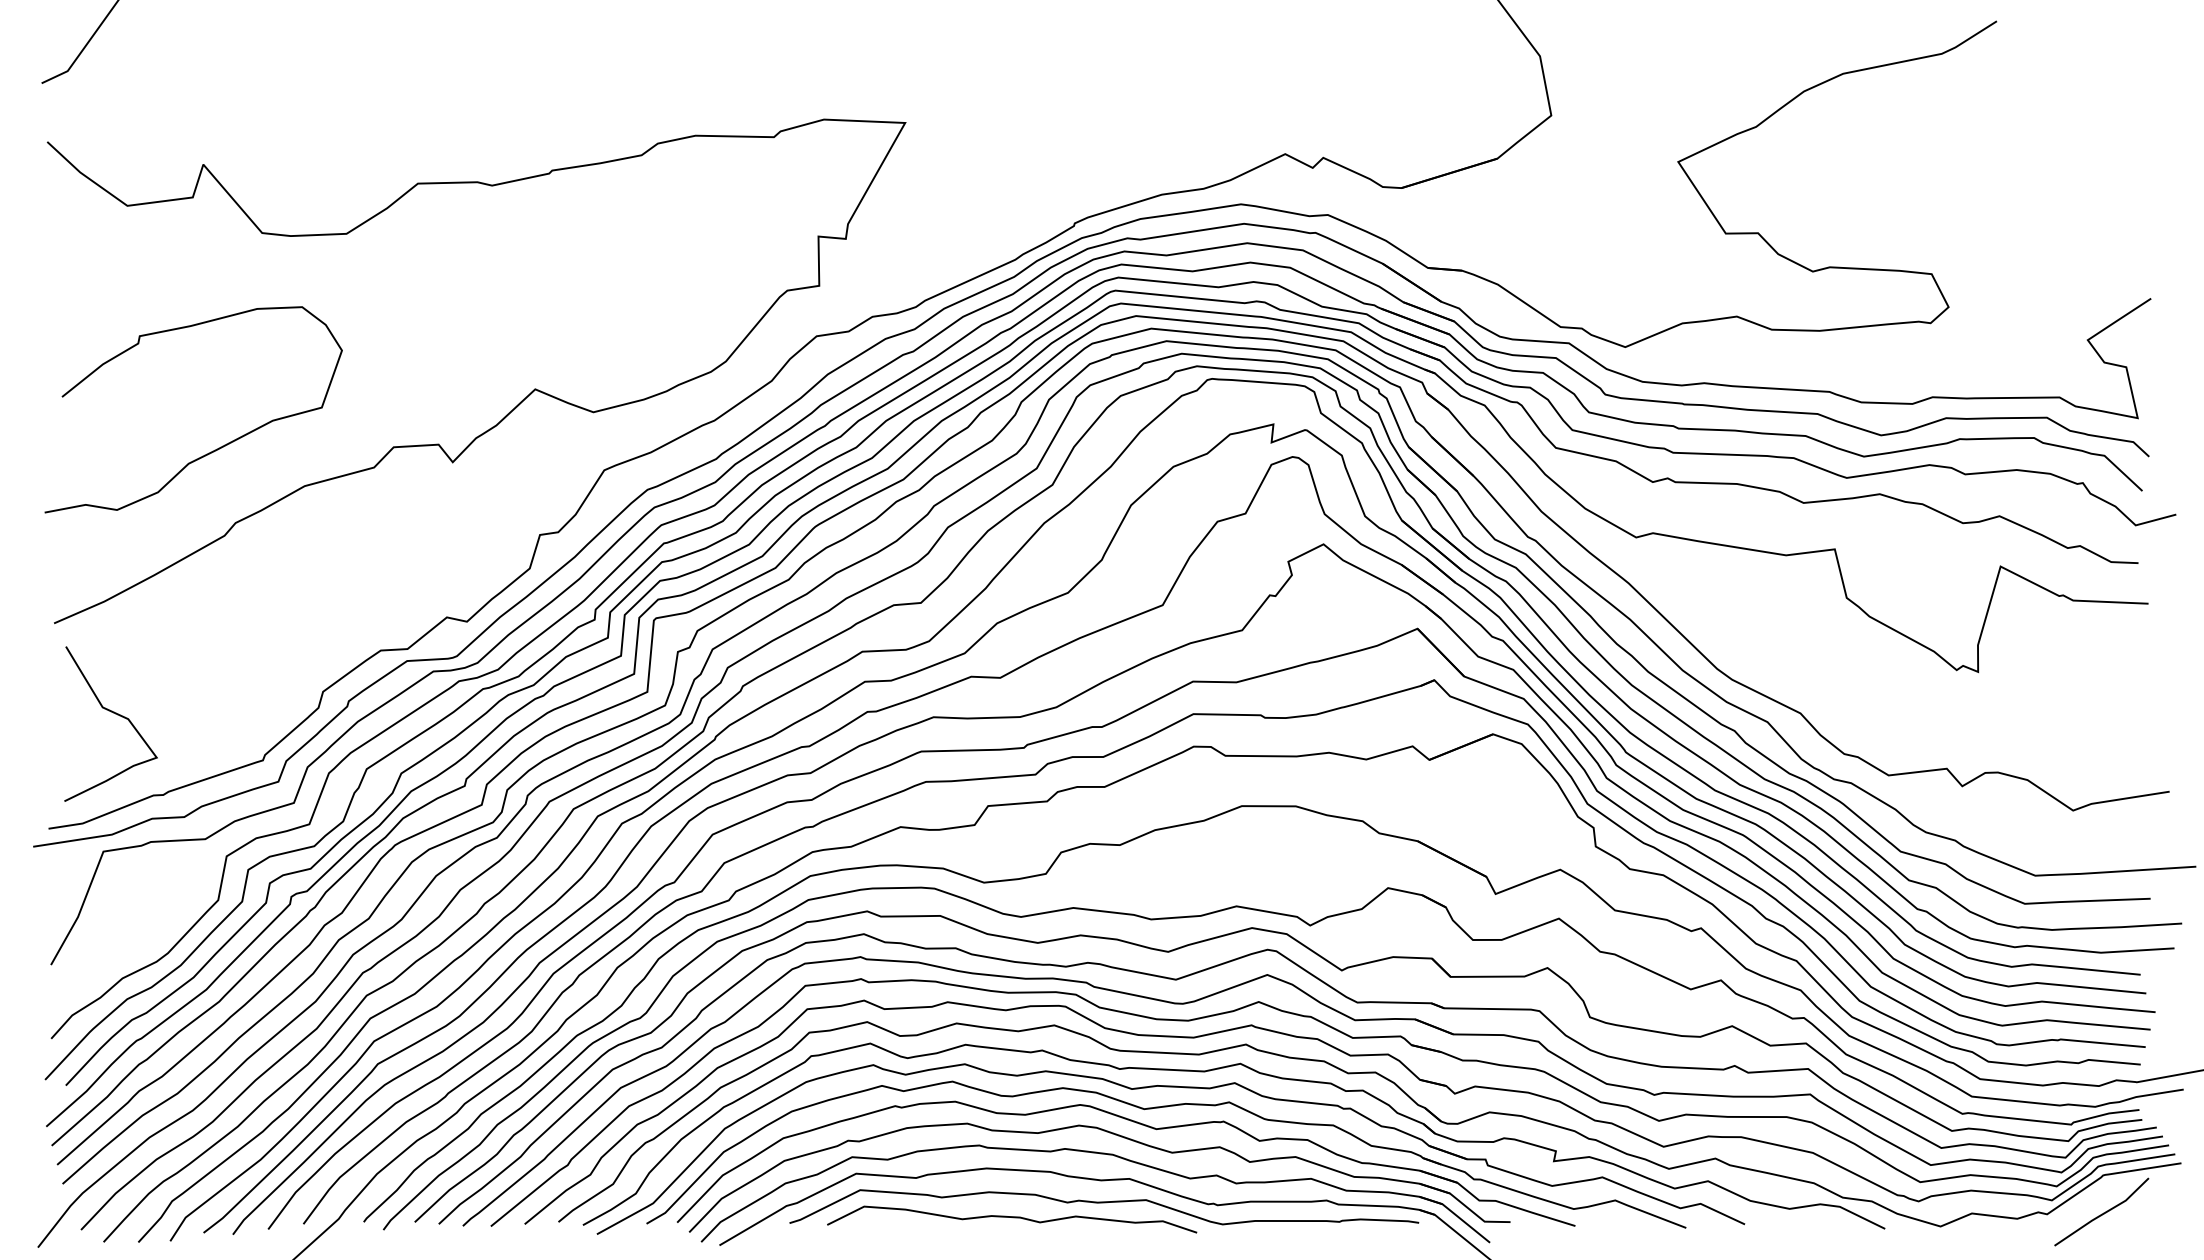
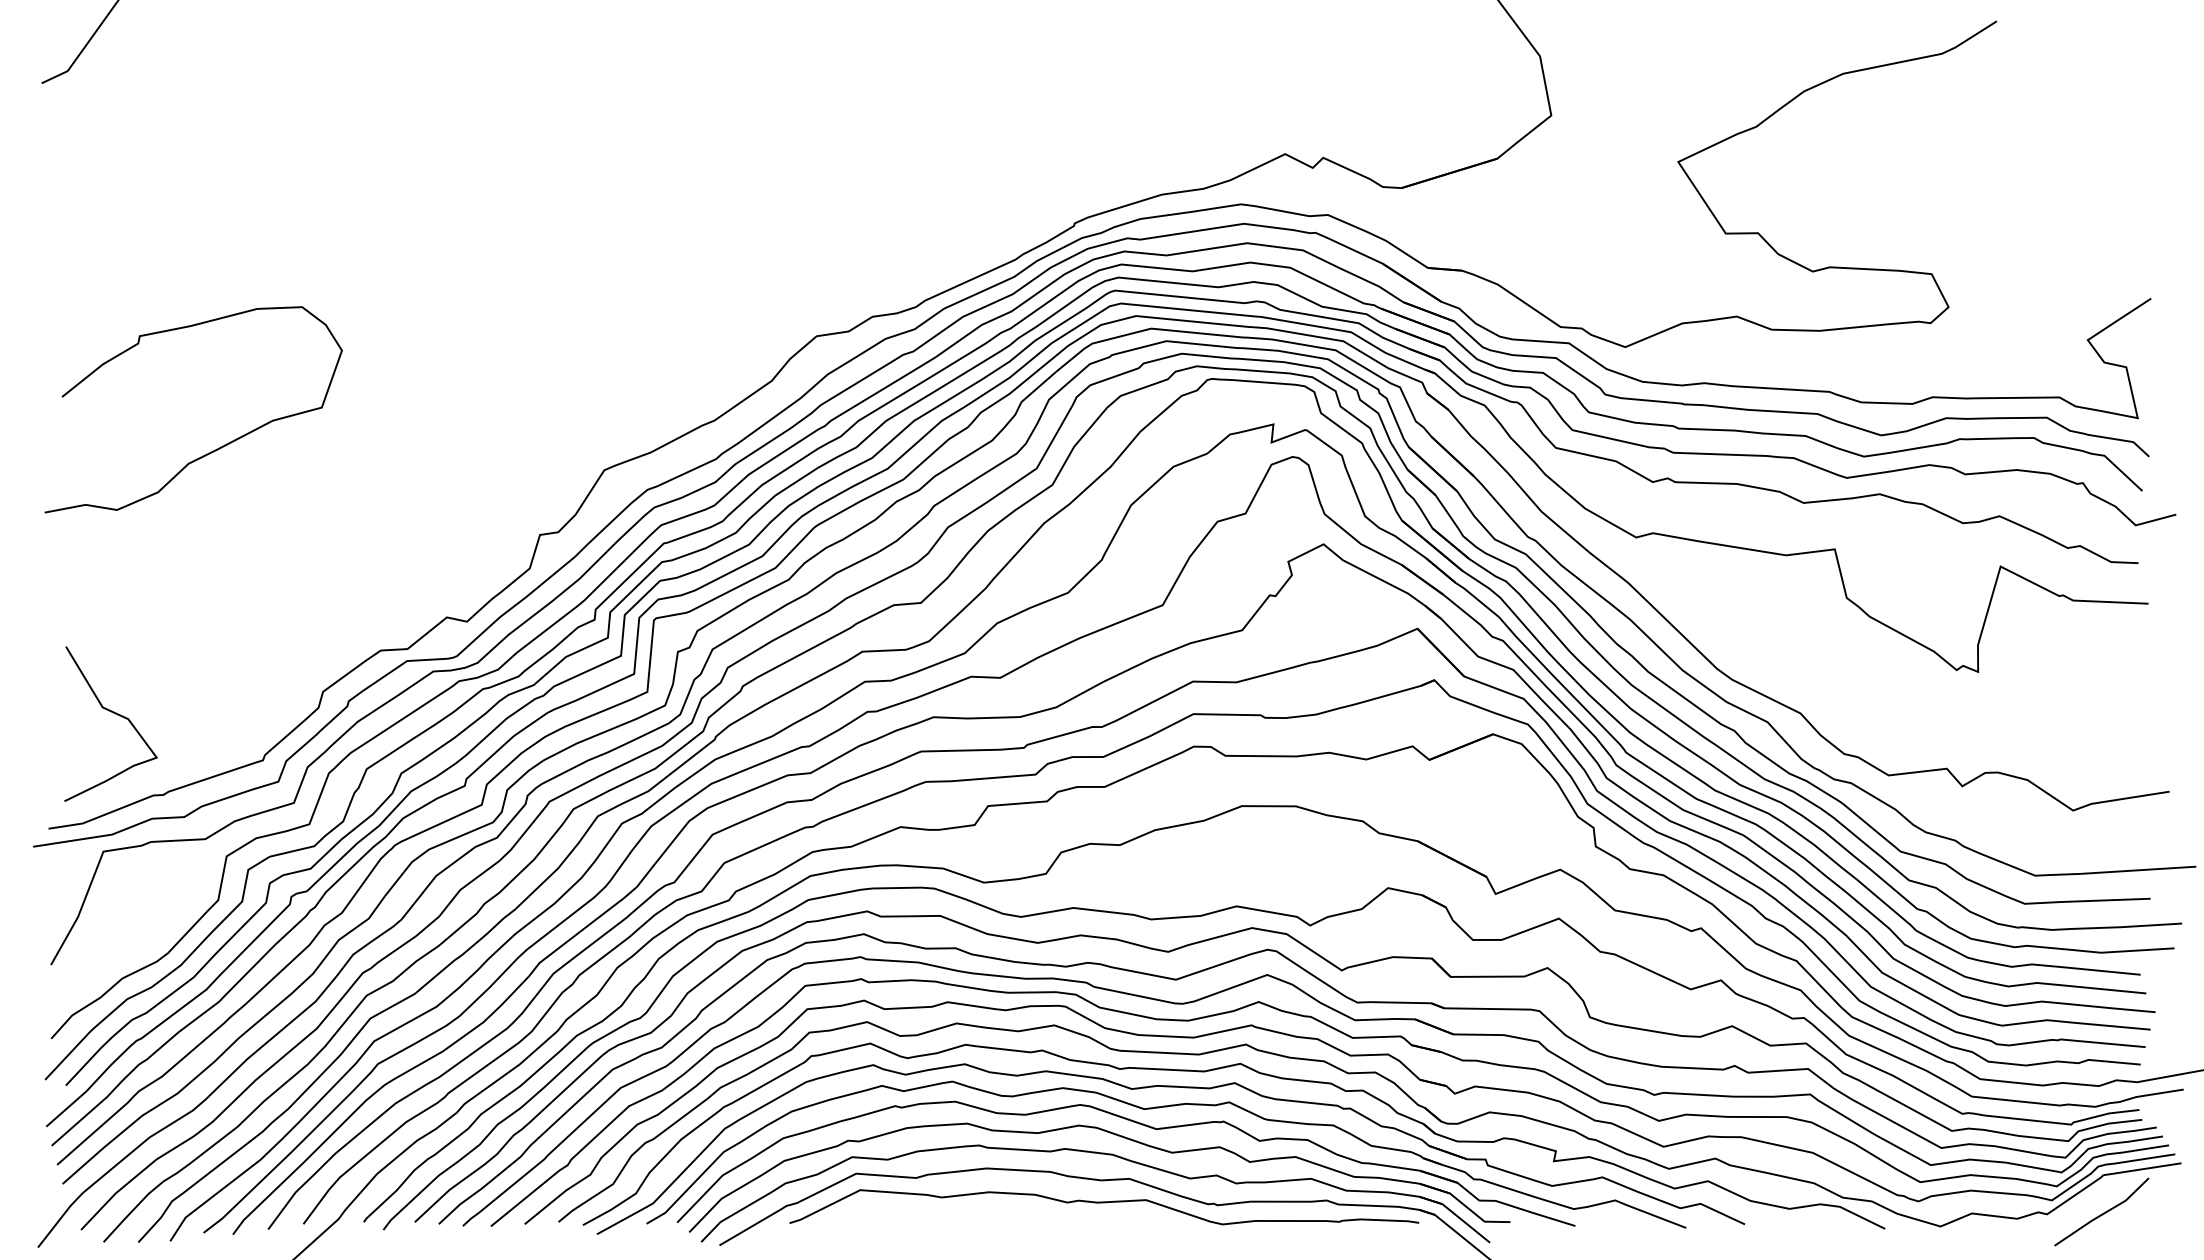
curve at (508, 412): present -> none
curve at (1013, 1218): present -> none
